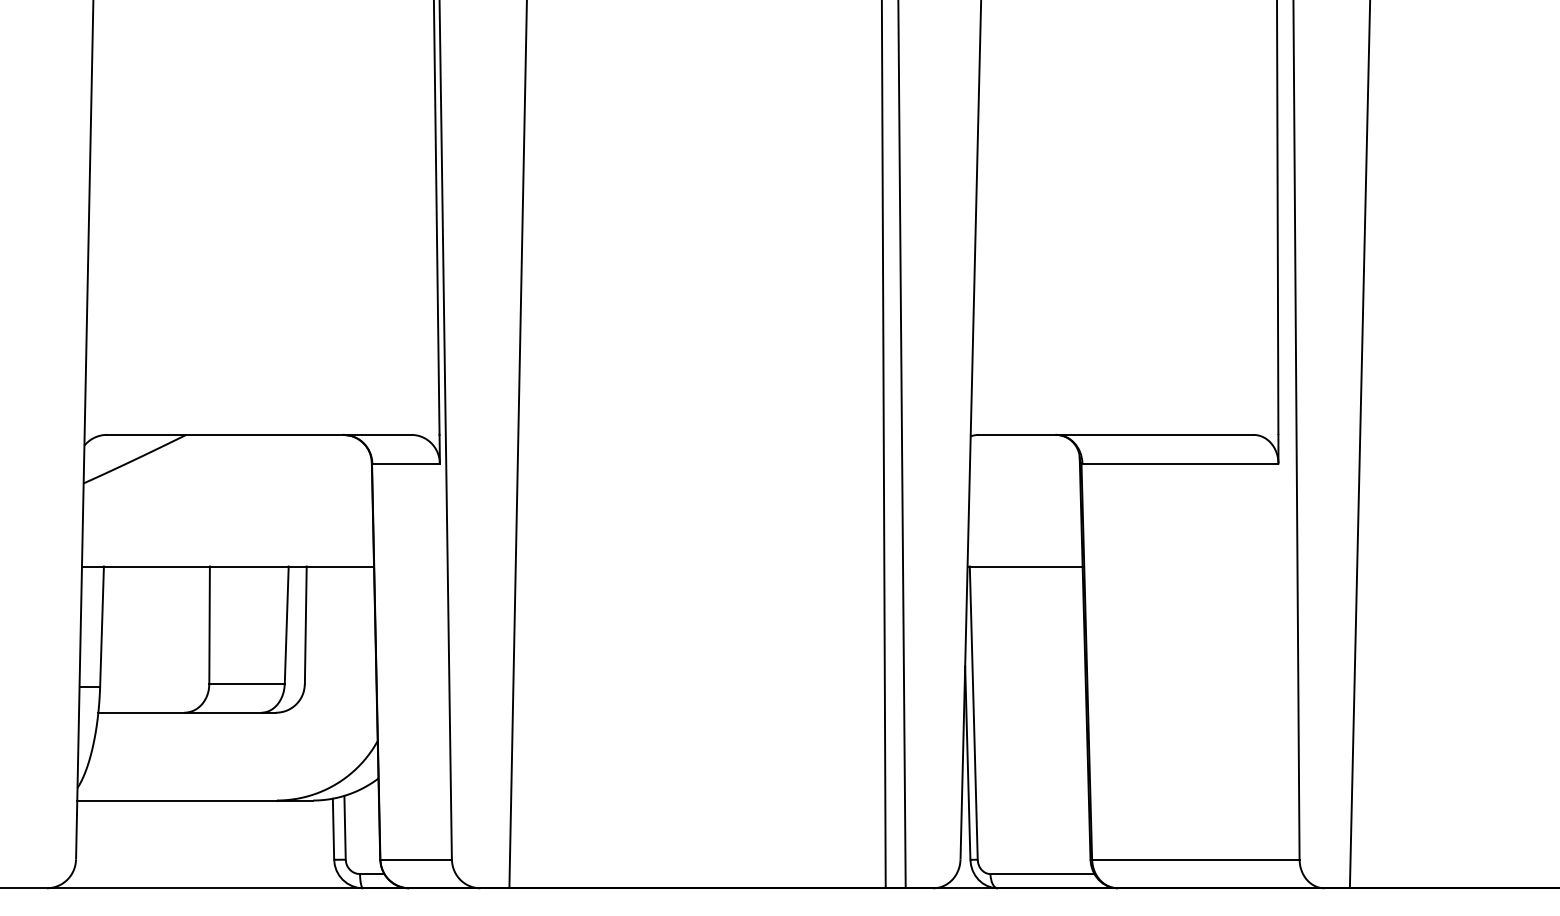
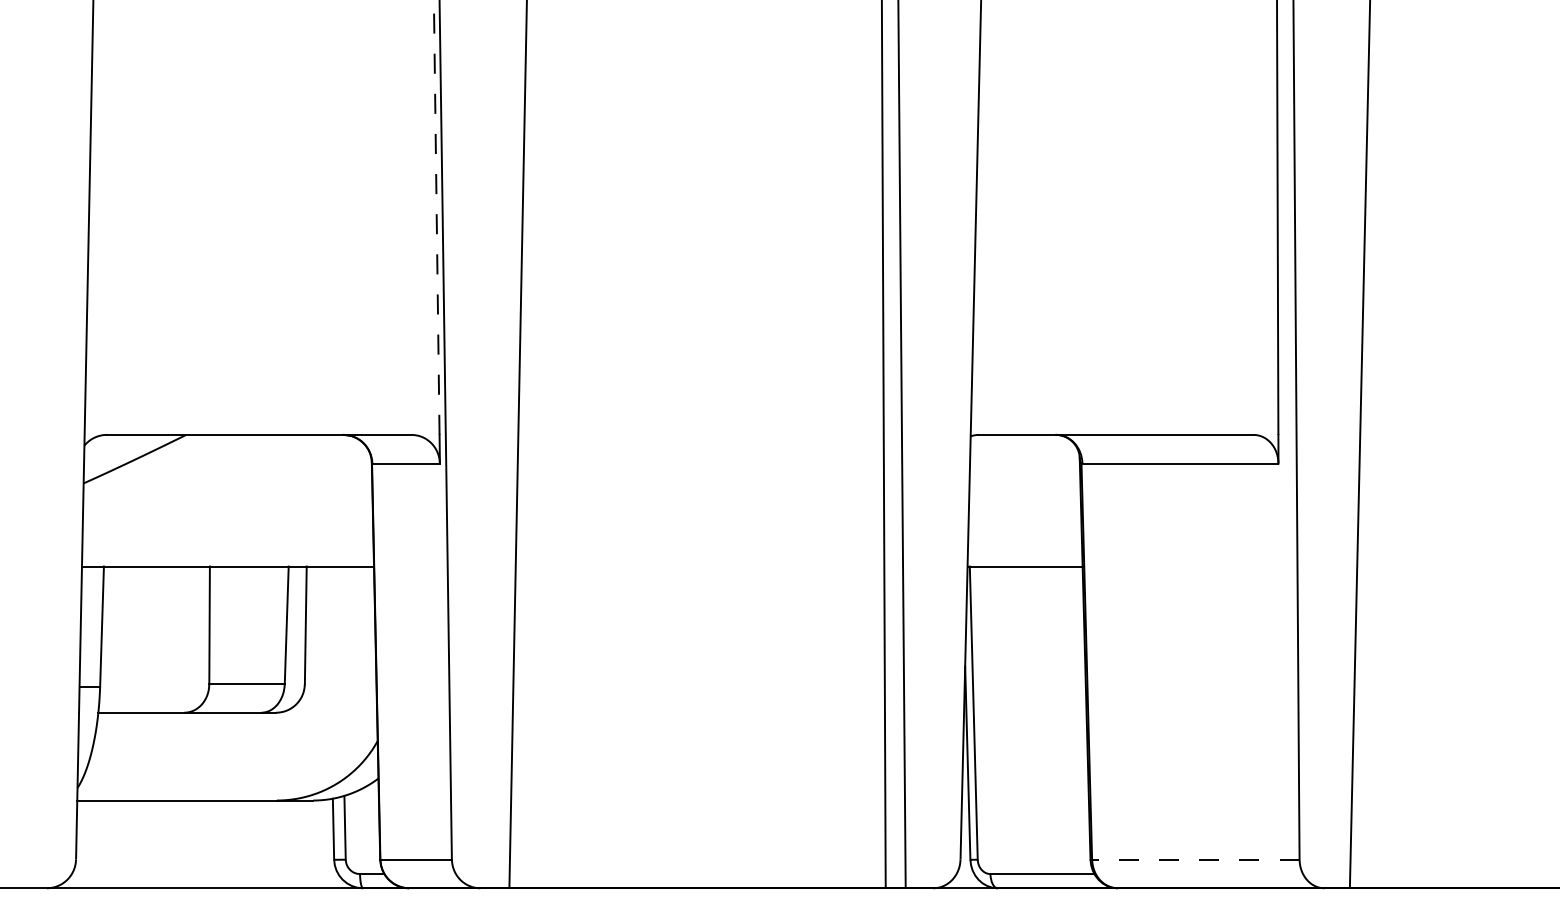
line at (436, 217): solid -> dashed
line at (1195, 859): solid -> dashed
